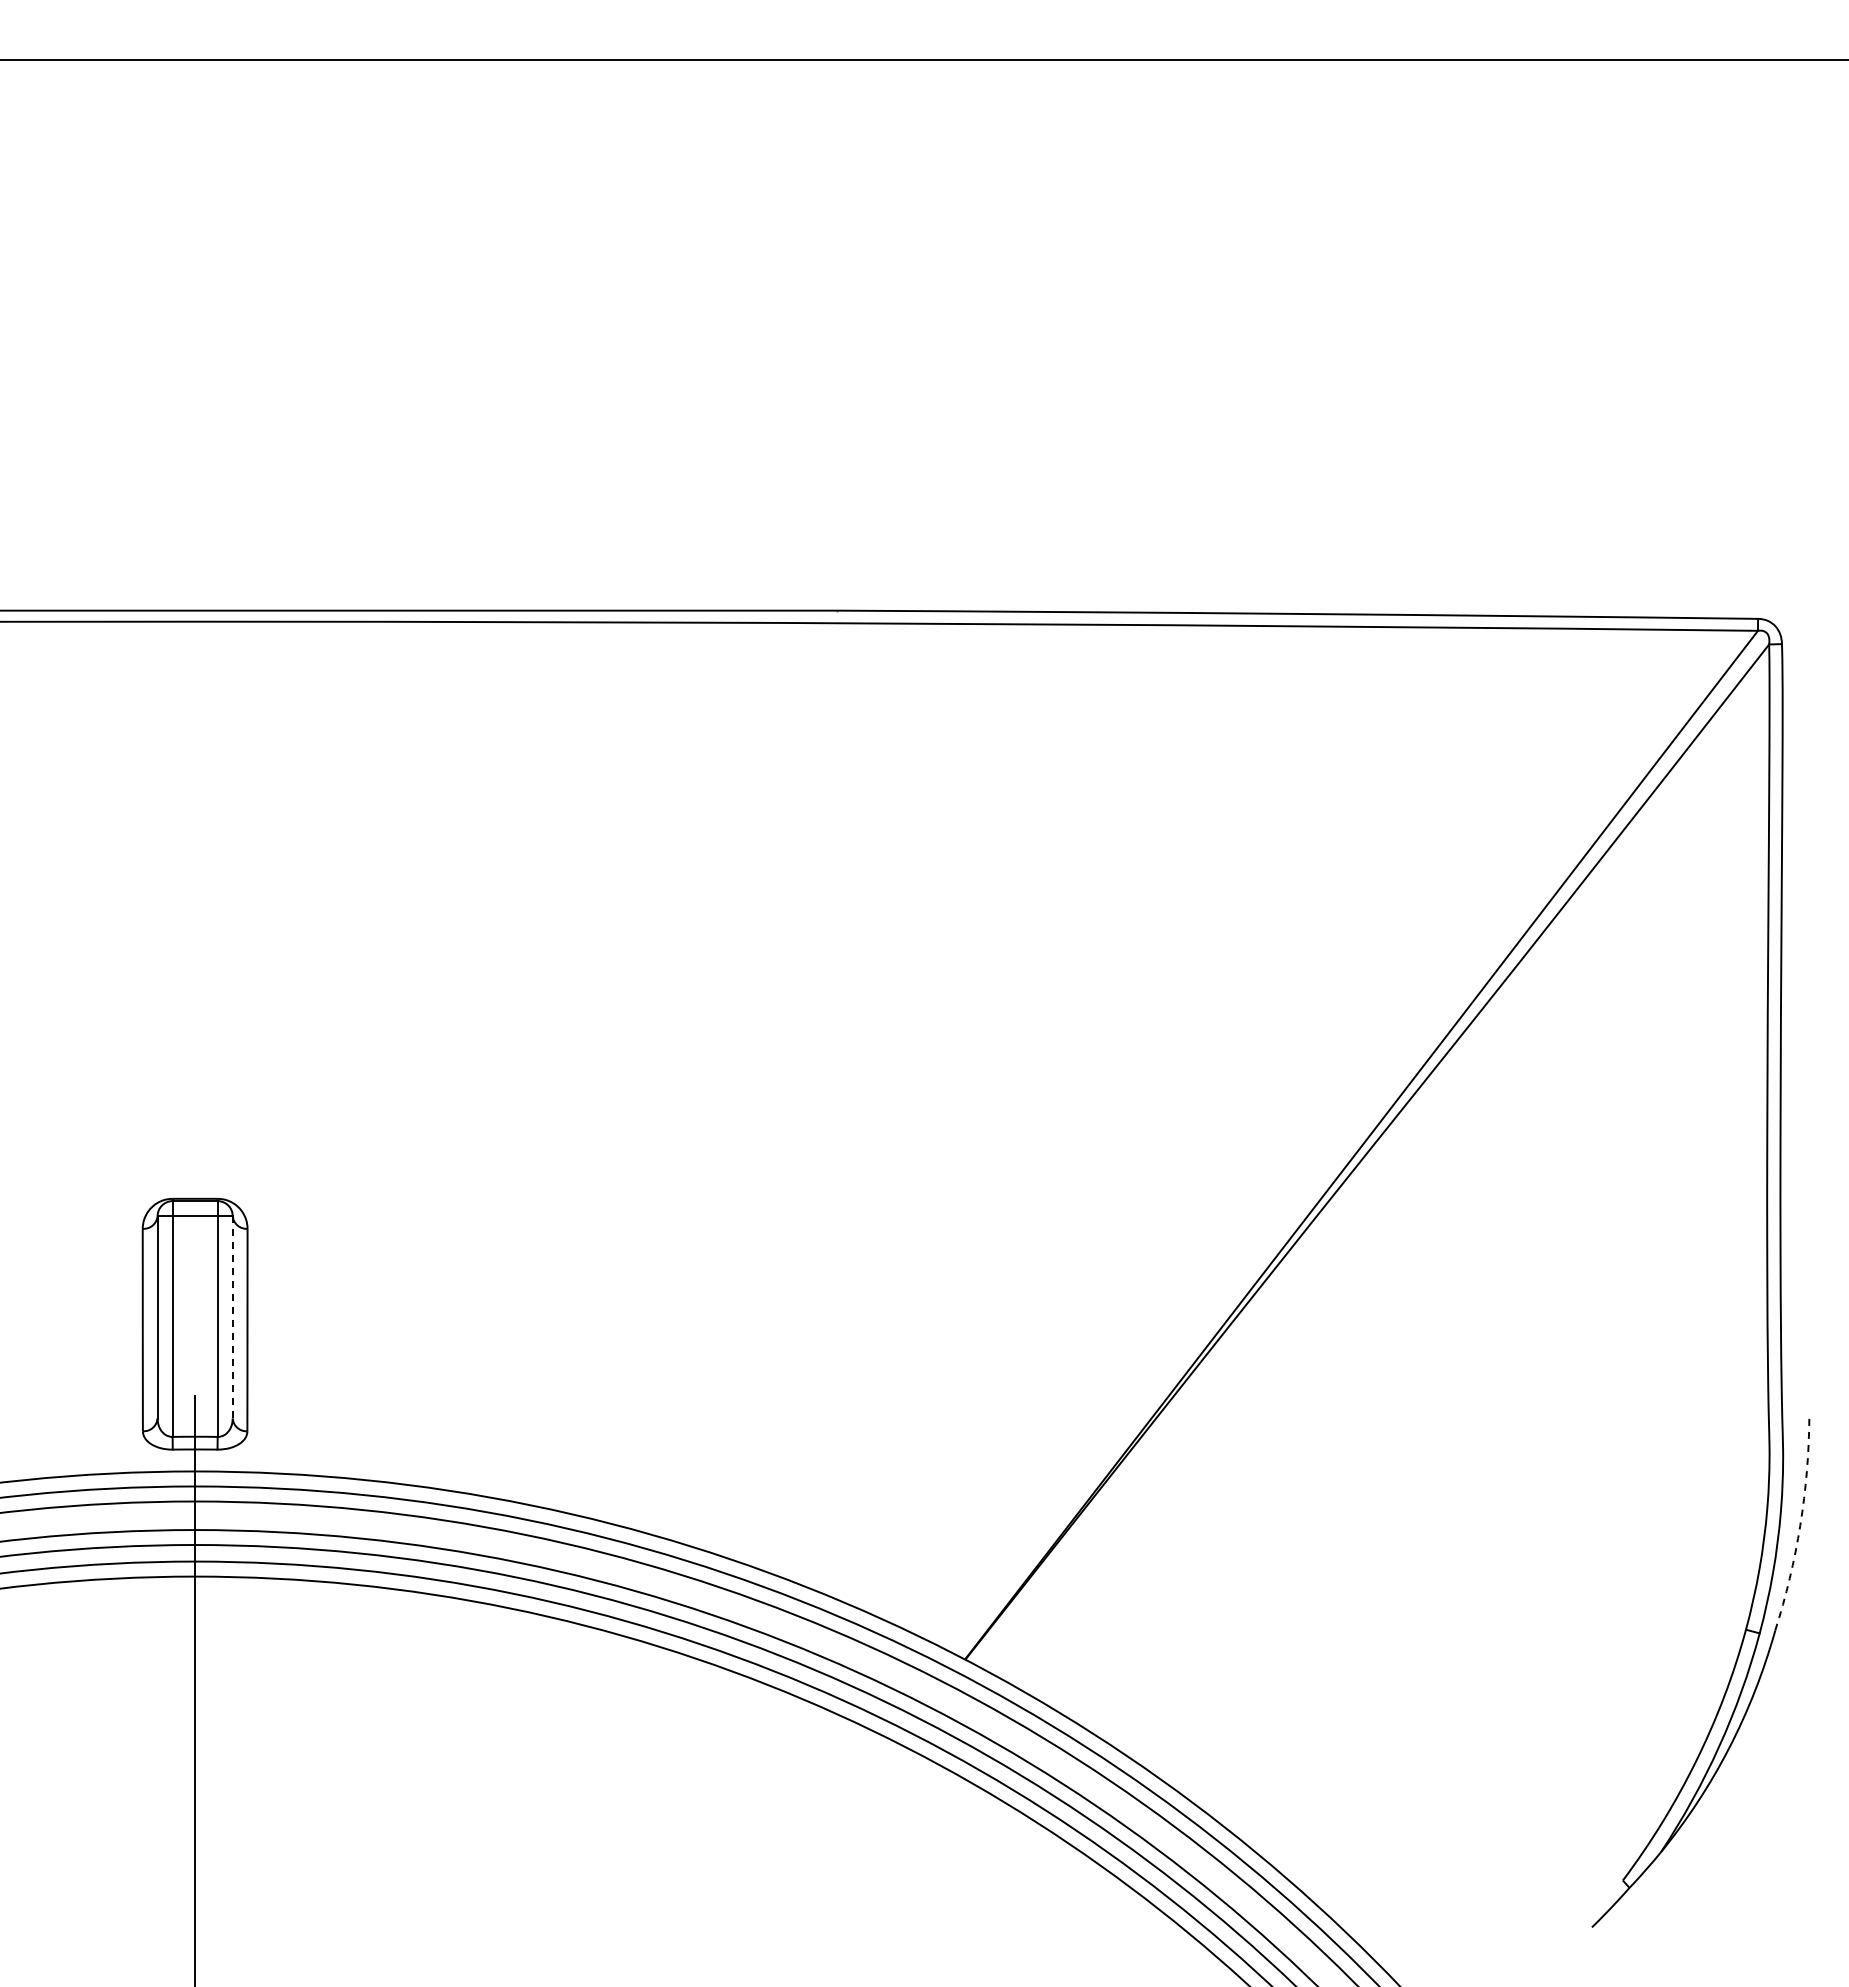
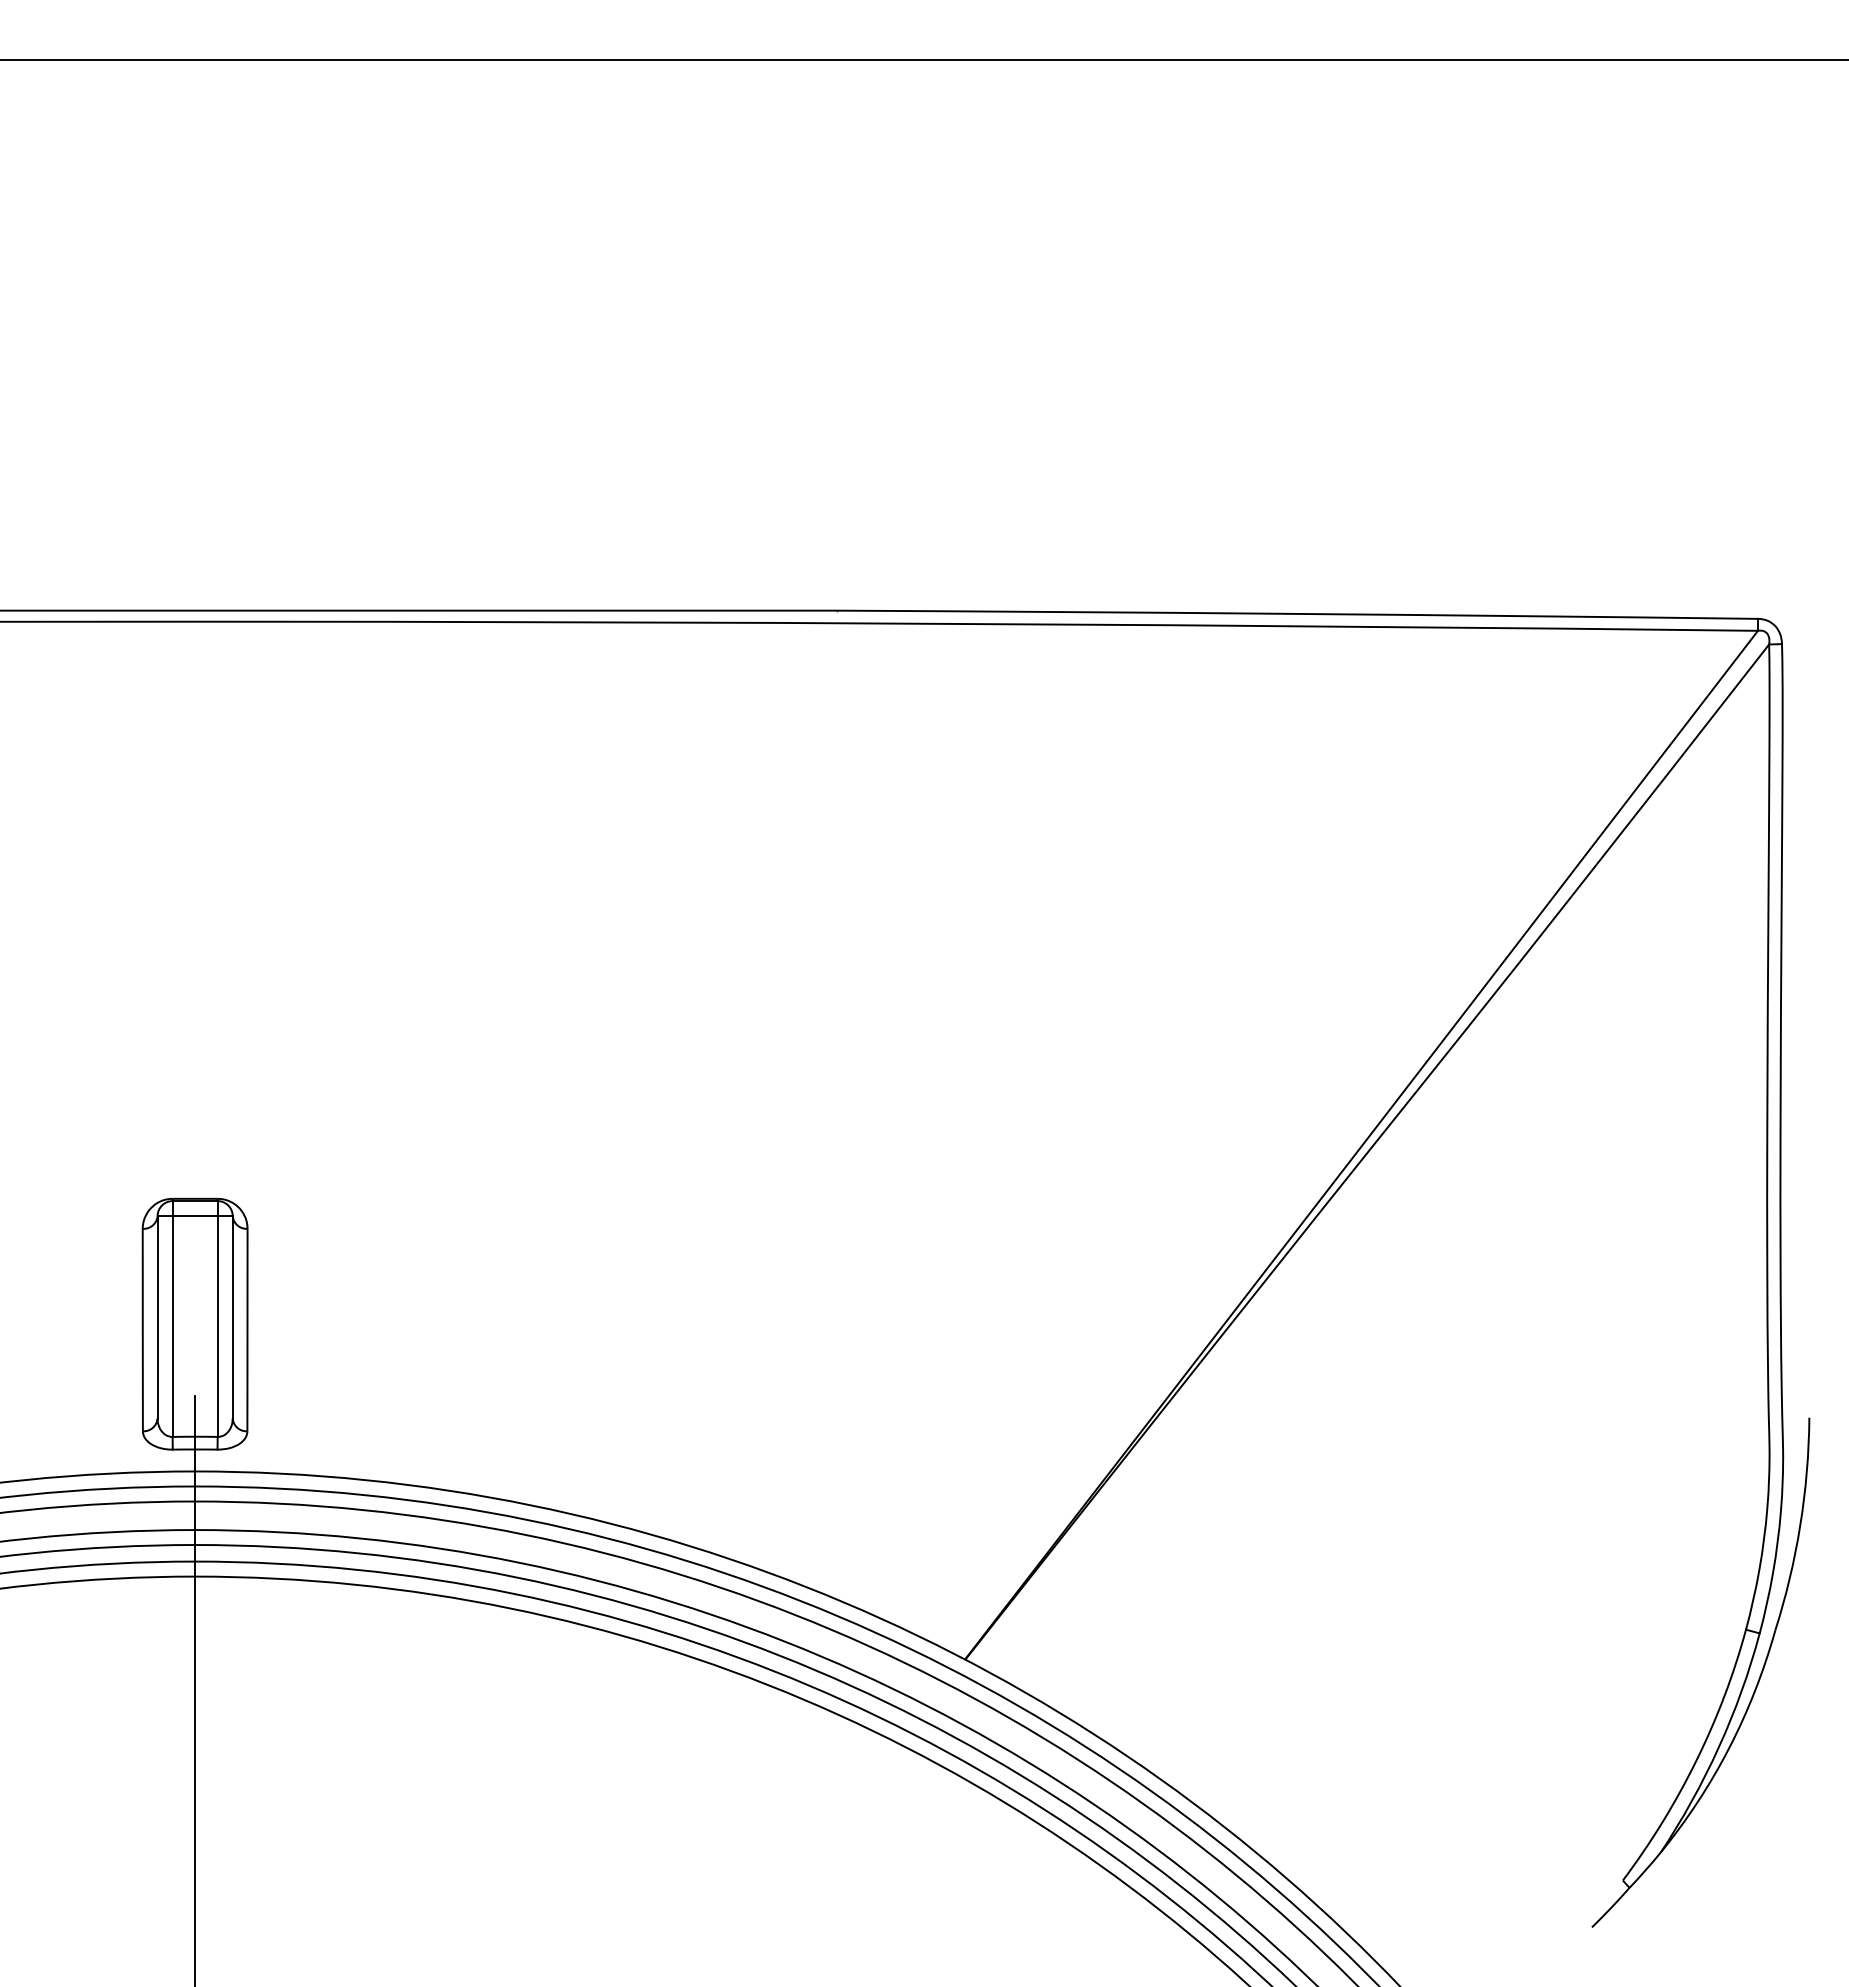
line at (232, 1317): dashed -> solid
arc at (1800, 1525): dashed -> solid
